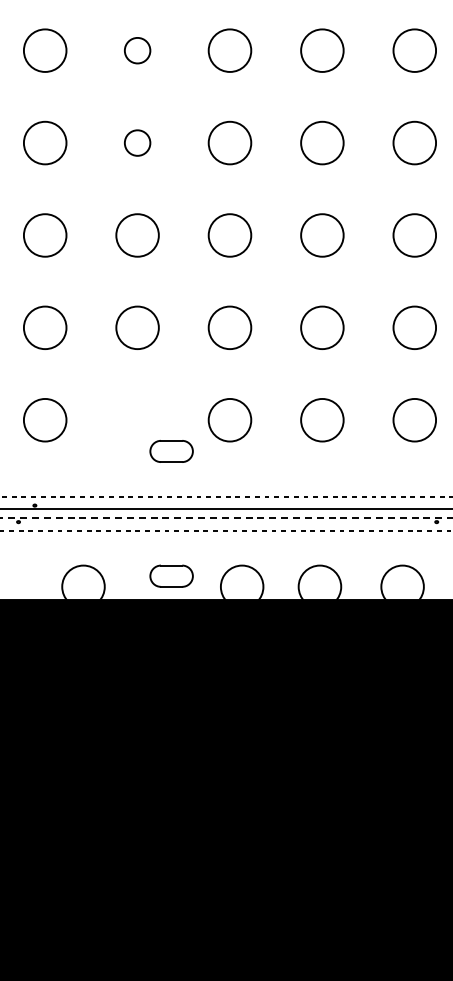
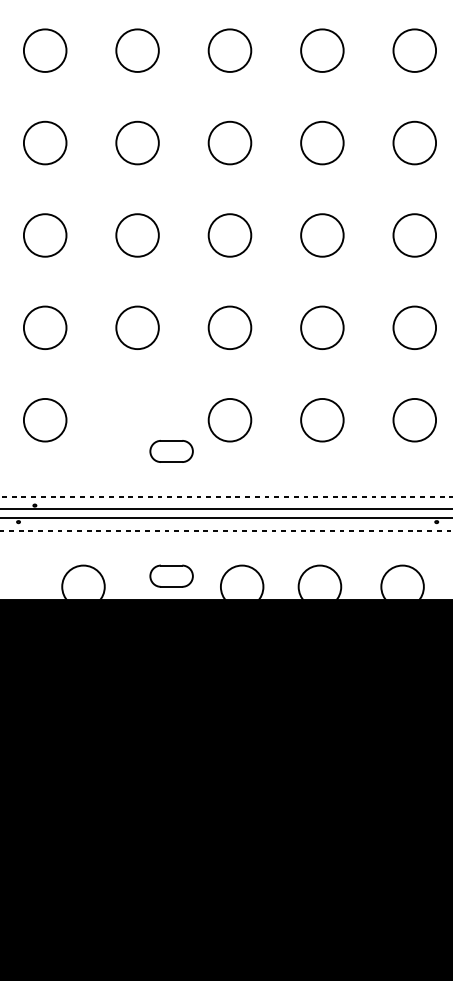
circle at (137, 50) diameter: 26 px -> 43 px
circle at (137, 142) diameter: 26 px -> 43 px
line at (226, 518): dashed -> solid
